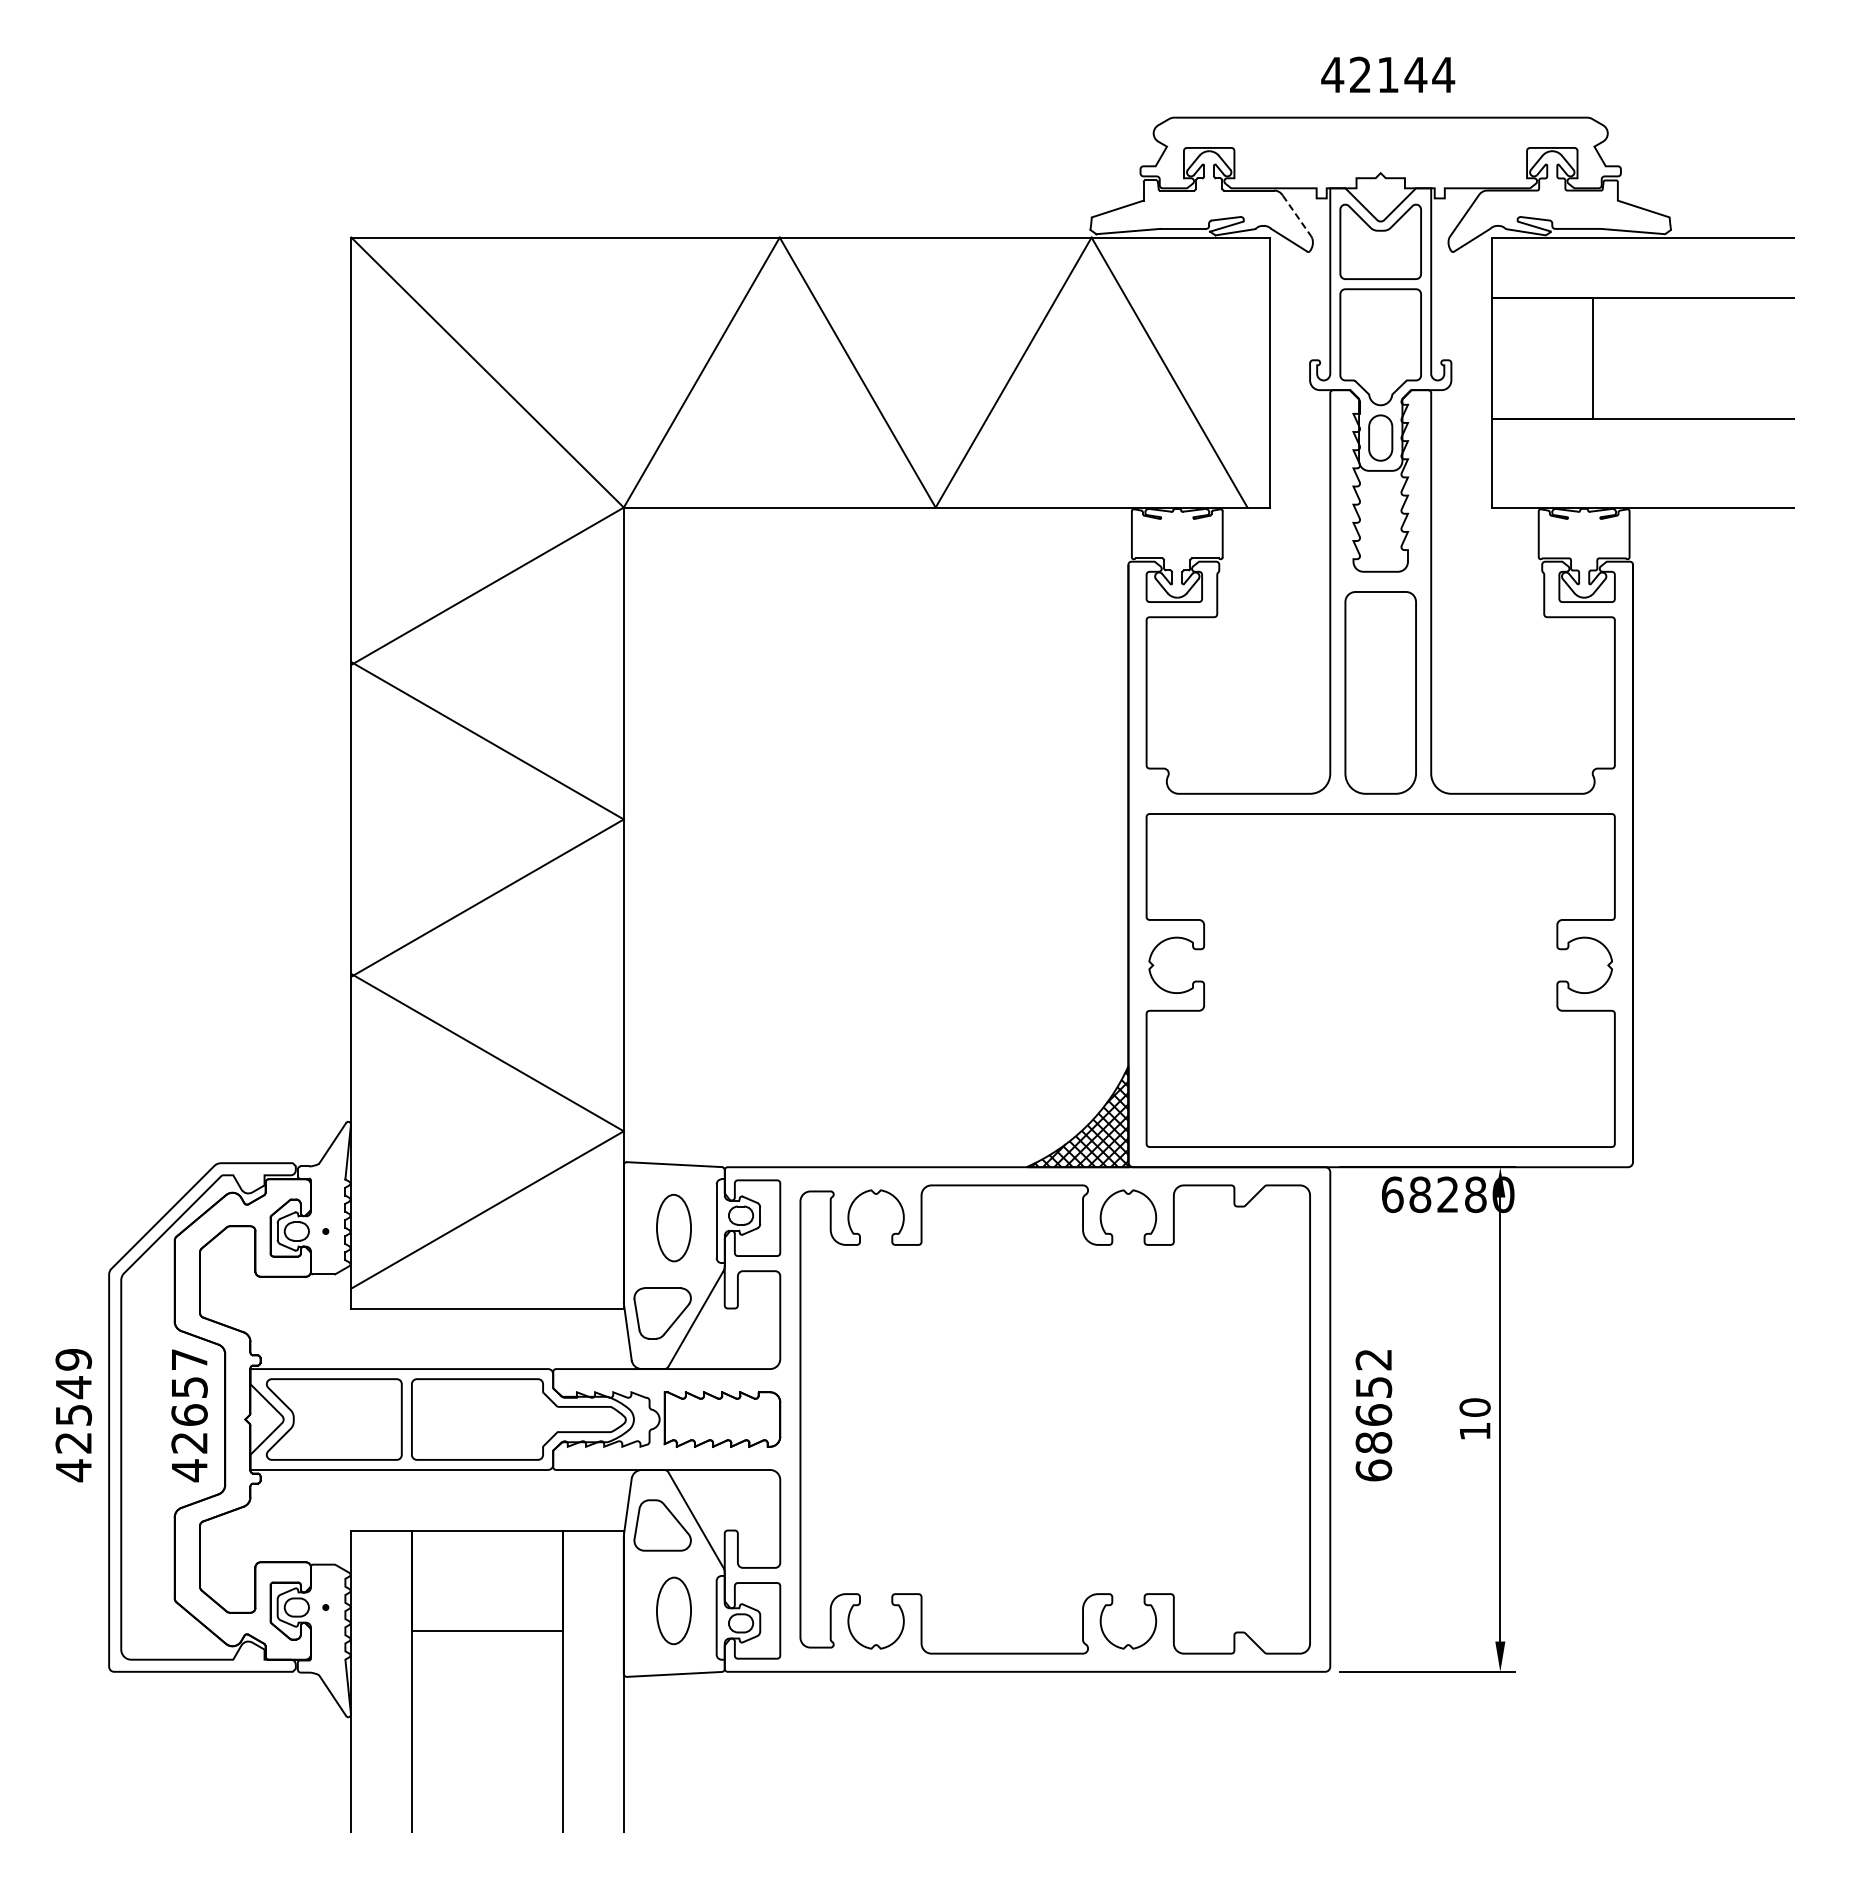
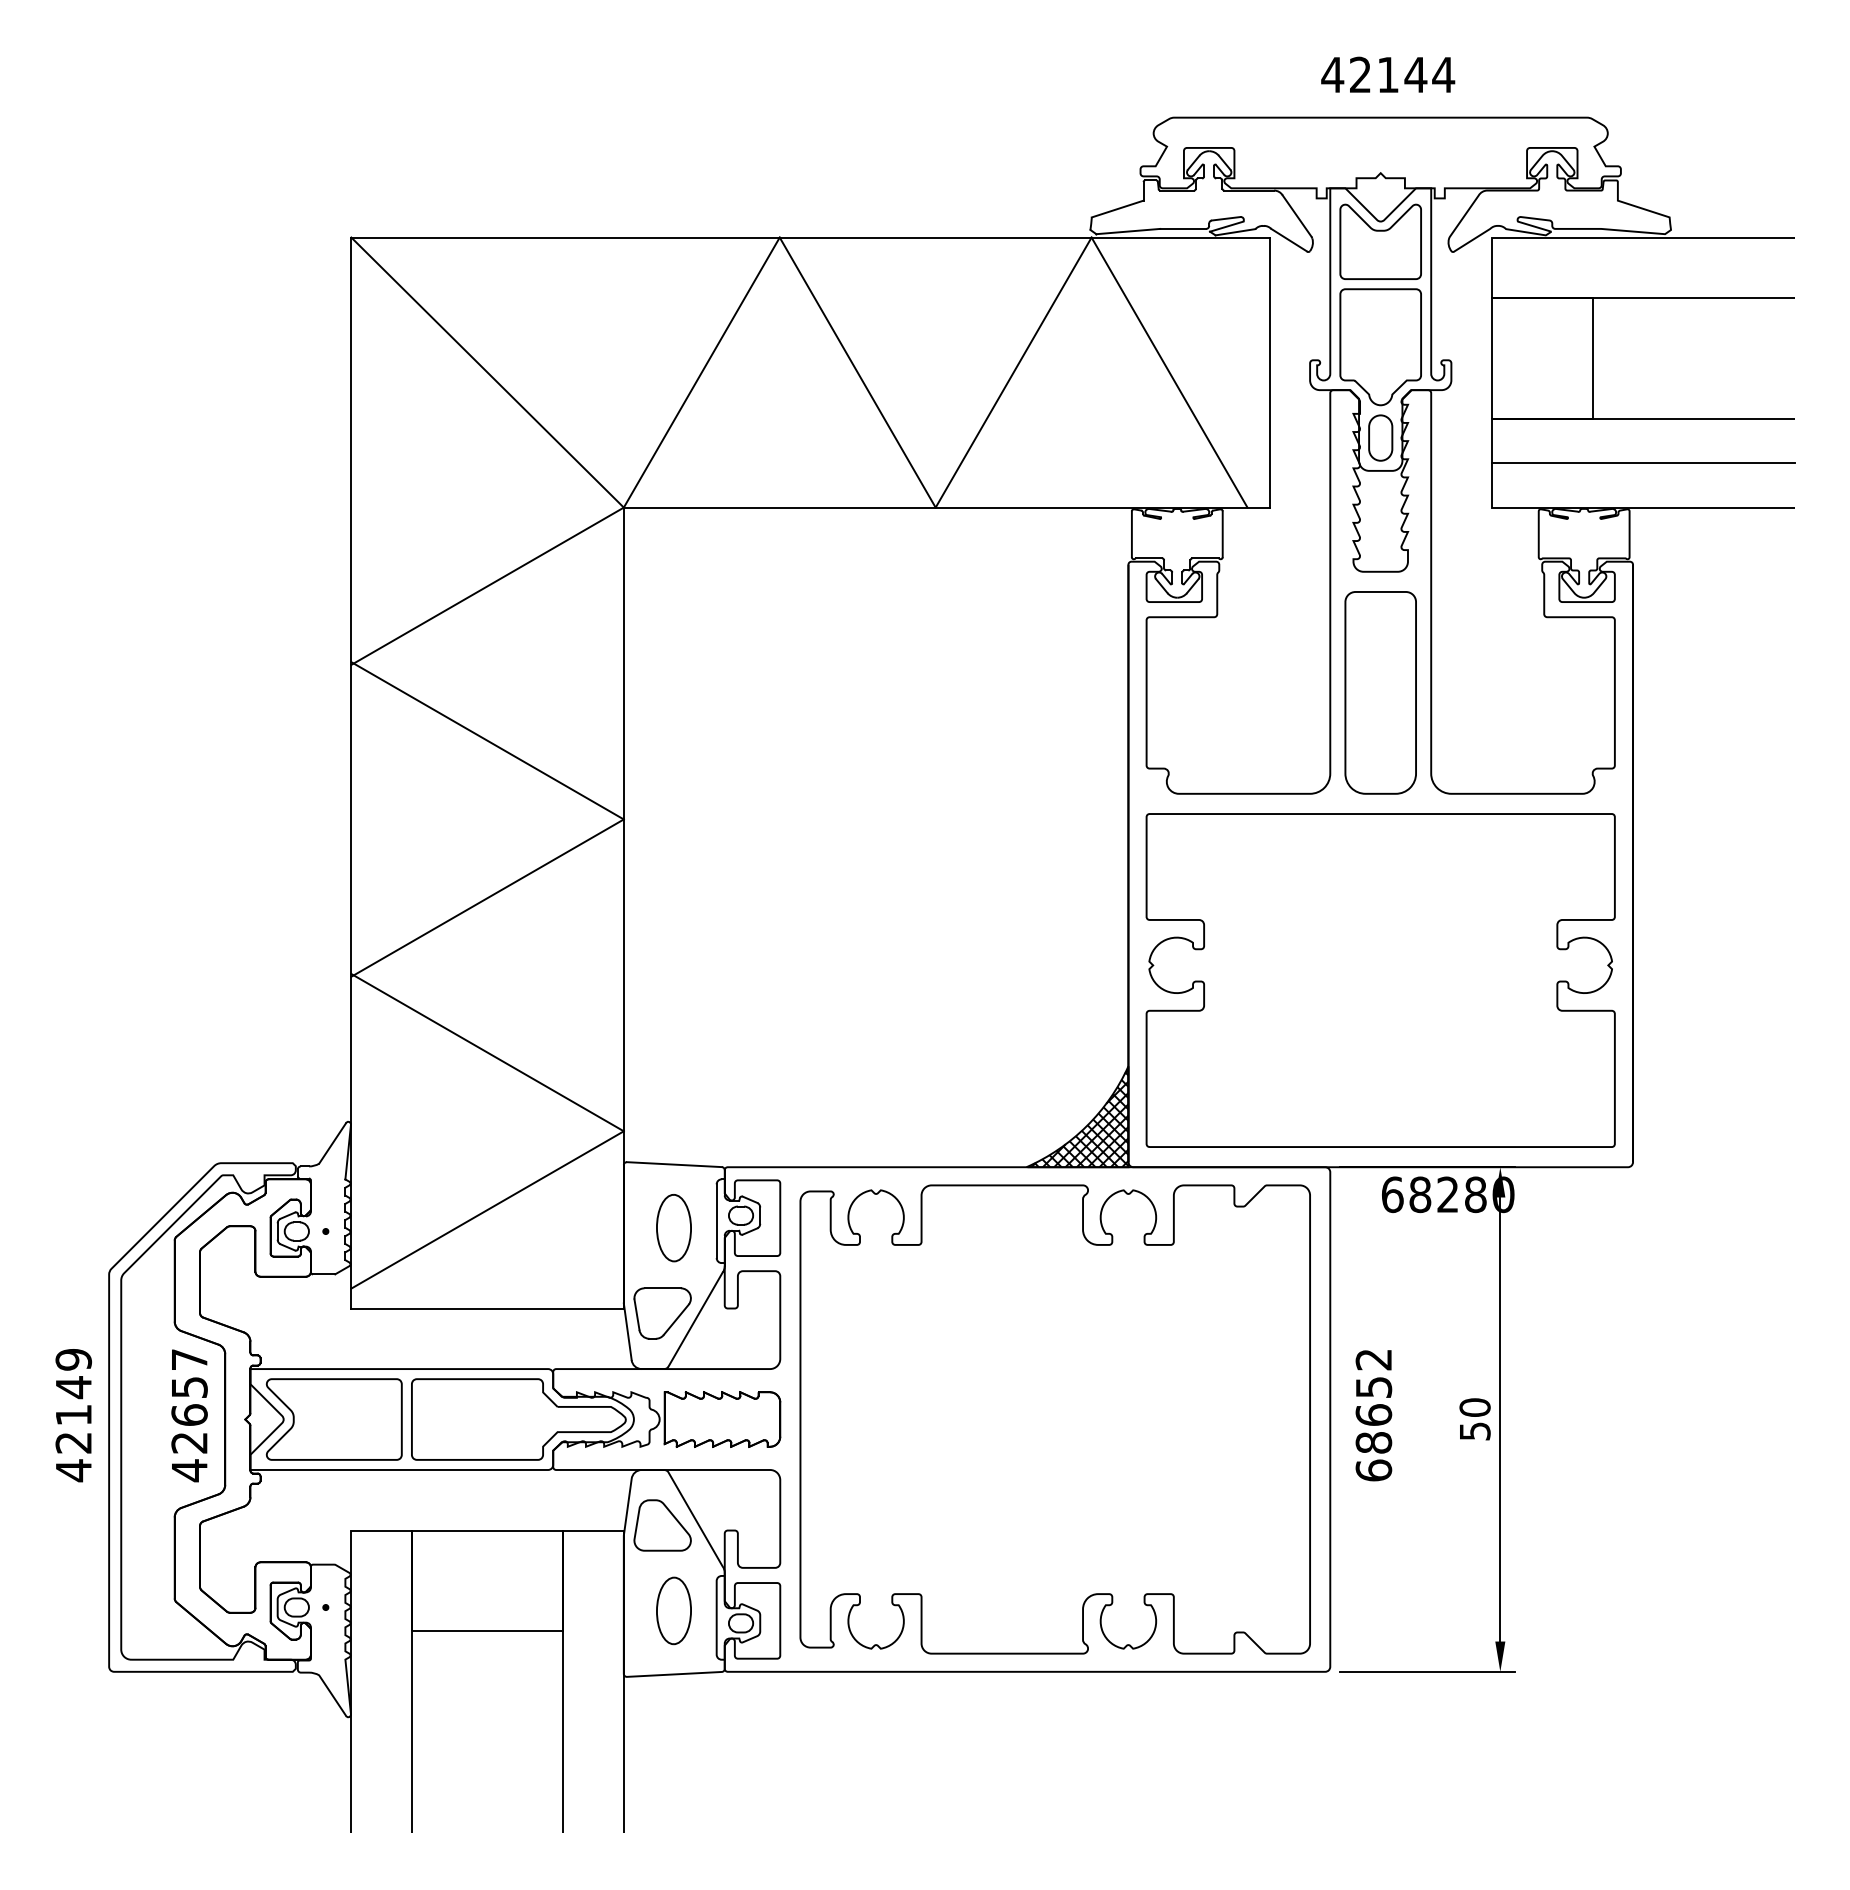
line at (1297, 216): dashed -> solid
line at (1642, 463): none -> present
text at (74, 1415): 42549 -> 42149
text at (1475, 1431): 10 -> 50
